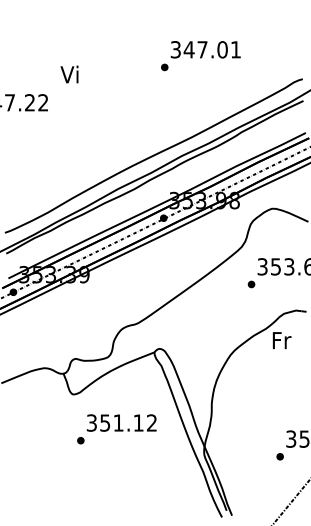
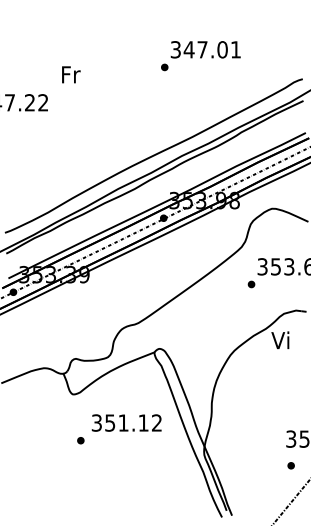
text at (70, 74): Vi -> Fr
text at (281, 340): Fr -> Vi
text at (121, 422) position: (121, 422) -> (126, 422)
part at (279, 456) position: (279, 456) -> (290, 465)
